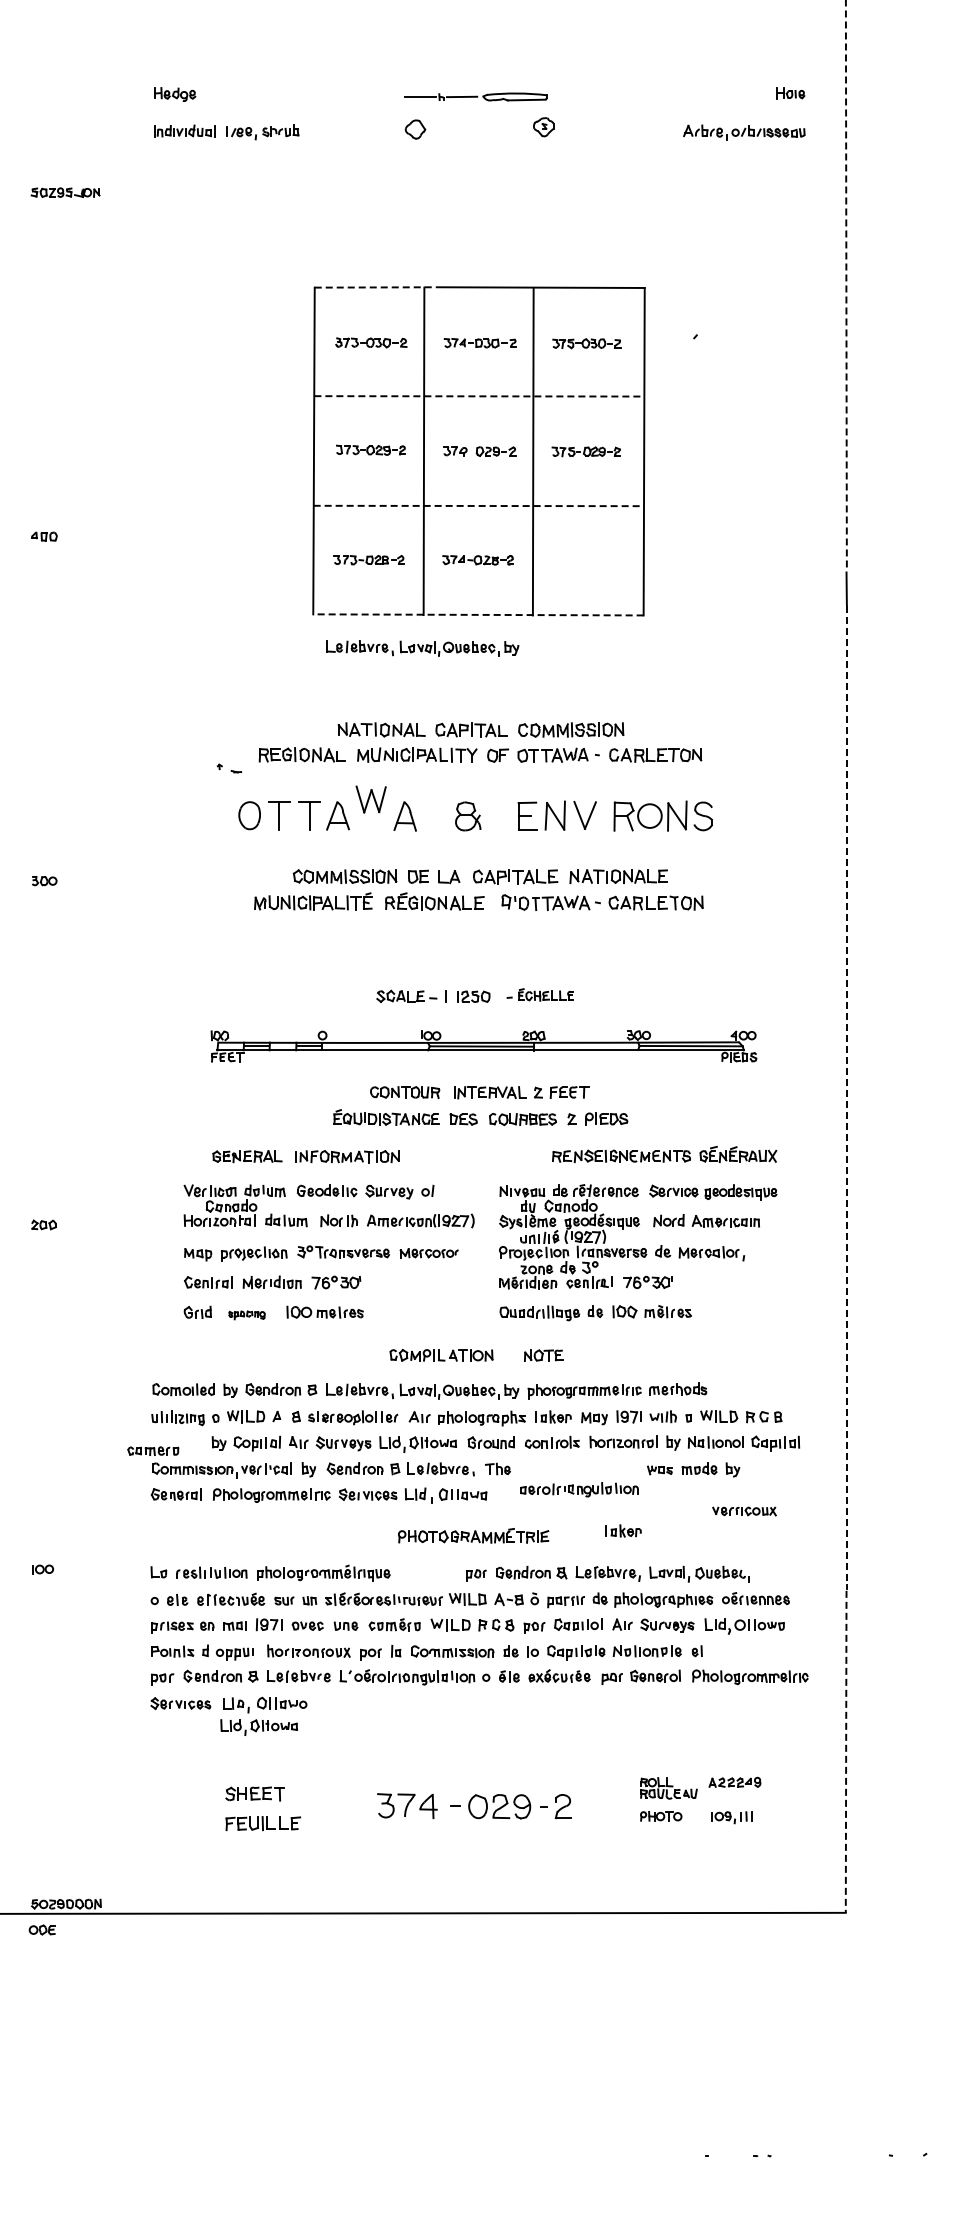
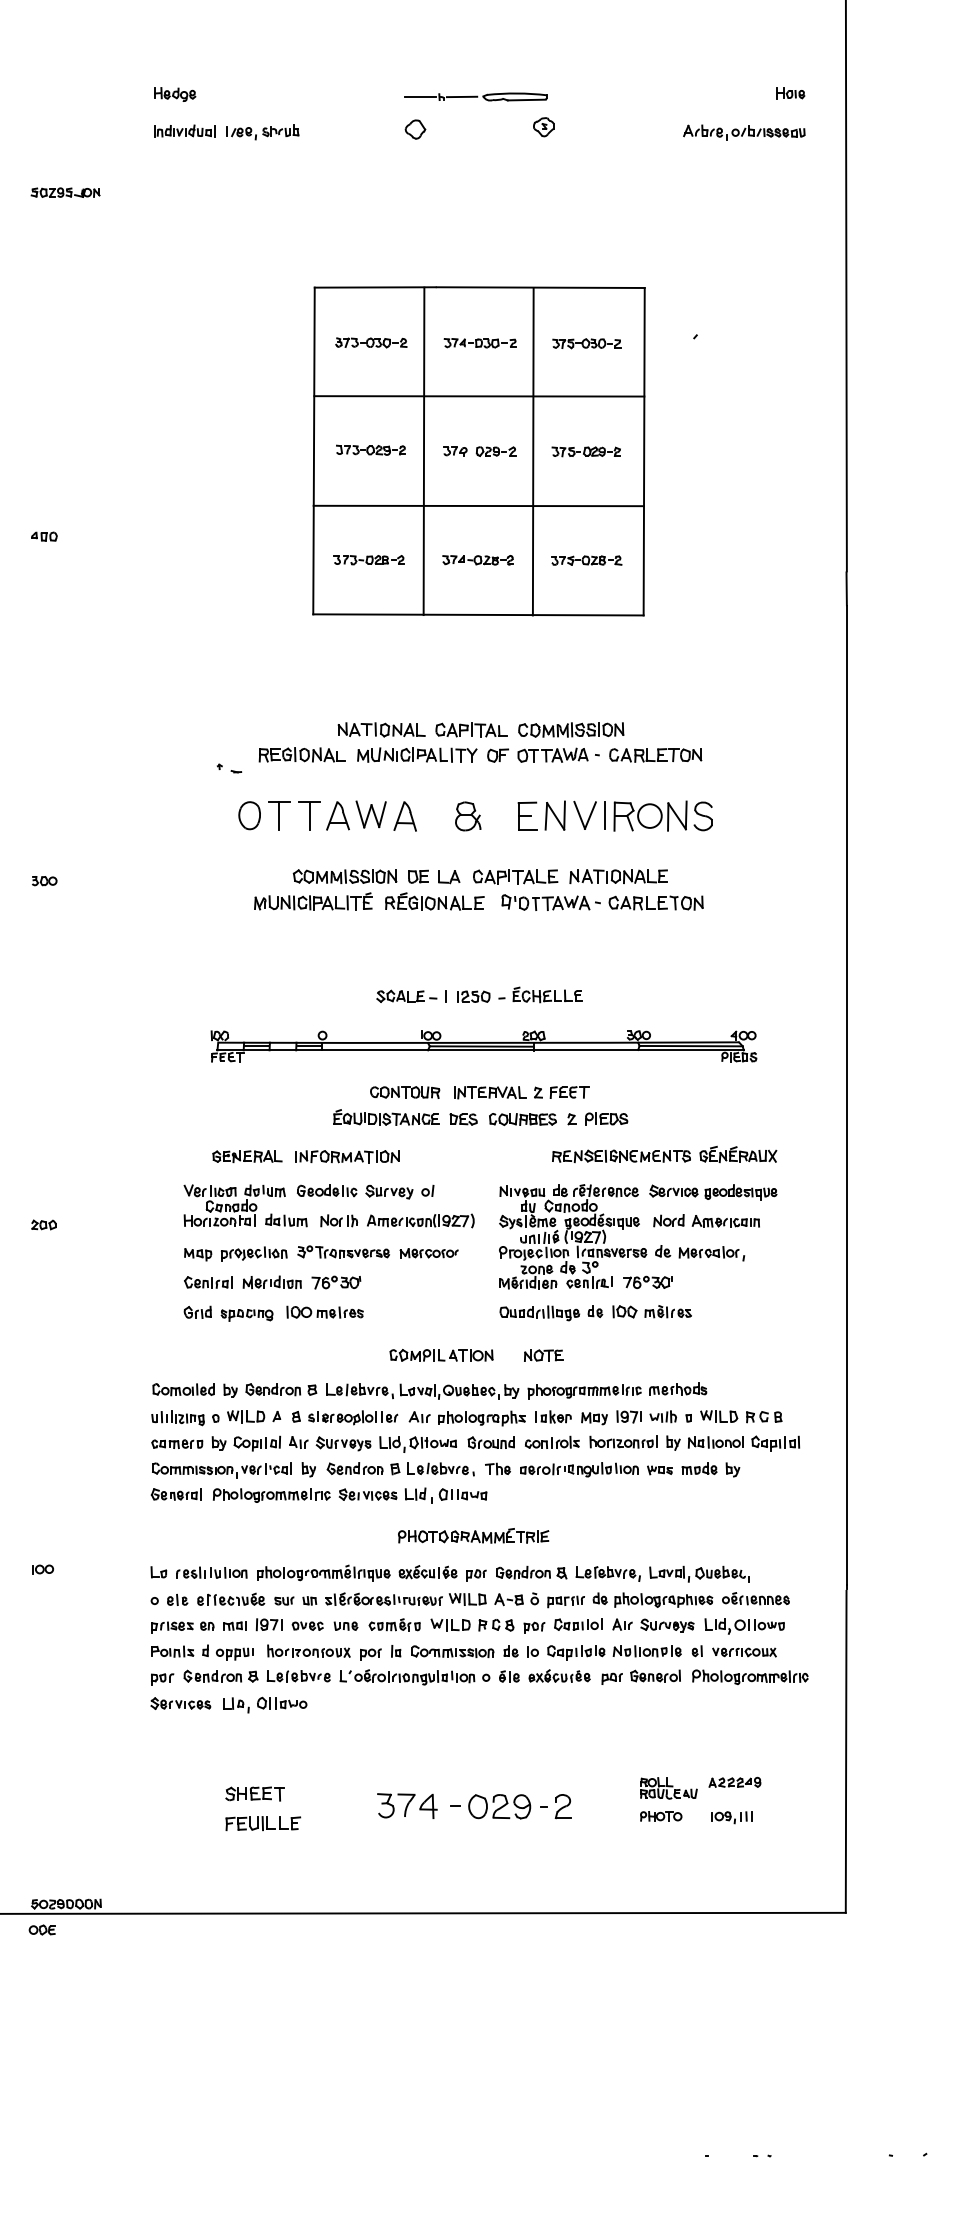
line at (846, 286): dashed -> solid
line at (375, 287): dashed -> solid
line at (479, 396): dashed -> solid
line at (479, 506): dashed -> solid
part at (586, 560): none -> present
line at (477, 614): dashed -> solid
part at (422, 648): present -> none
part at (370, 799) position: (370, 799) -> (370, 814)
line at (605, 814): none -> present
part at (539, 994) size: 68x14 px -> 85x18 px
line at (846, 1096): dashed -> solid
part at (246, 1315) size: 38x11 px -> 54x13 px
part at (153, 1450) position: (153, 1450) -> (177, 1443)
part at (579, 1489) position: (579, 1489) -> (579, 1469)
part at (744, 1511) position: (744, 1511) -> (744, 1652)
part at (623, 1530): present -> none
part at (427, 1572): none -> present
part at (258, 1727): present -> none
line at (846, 1751): dashed -> solid
